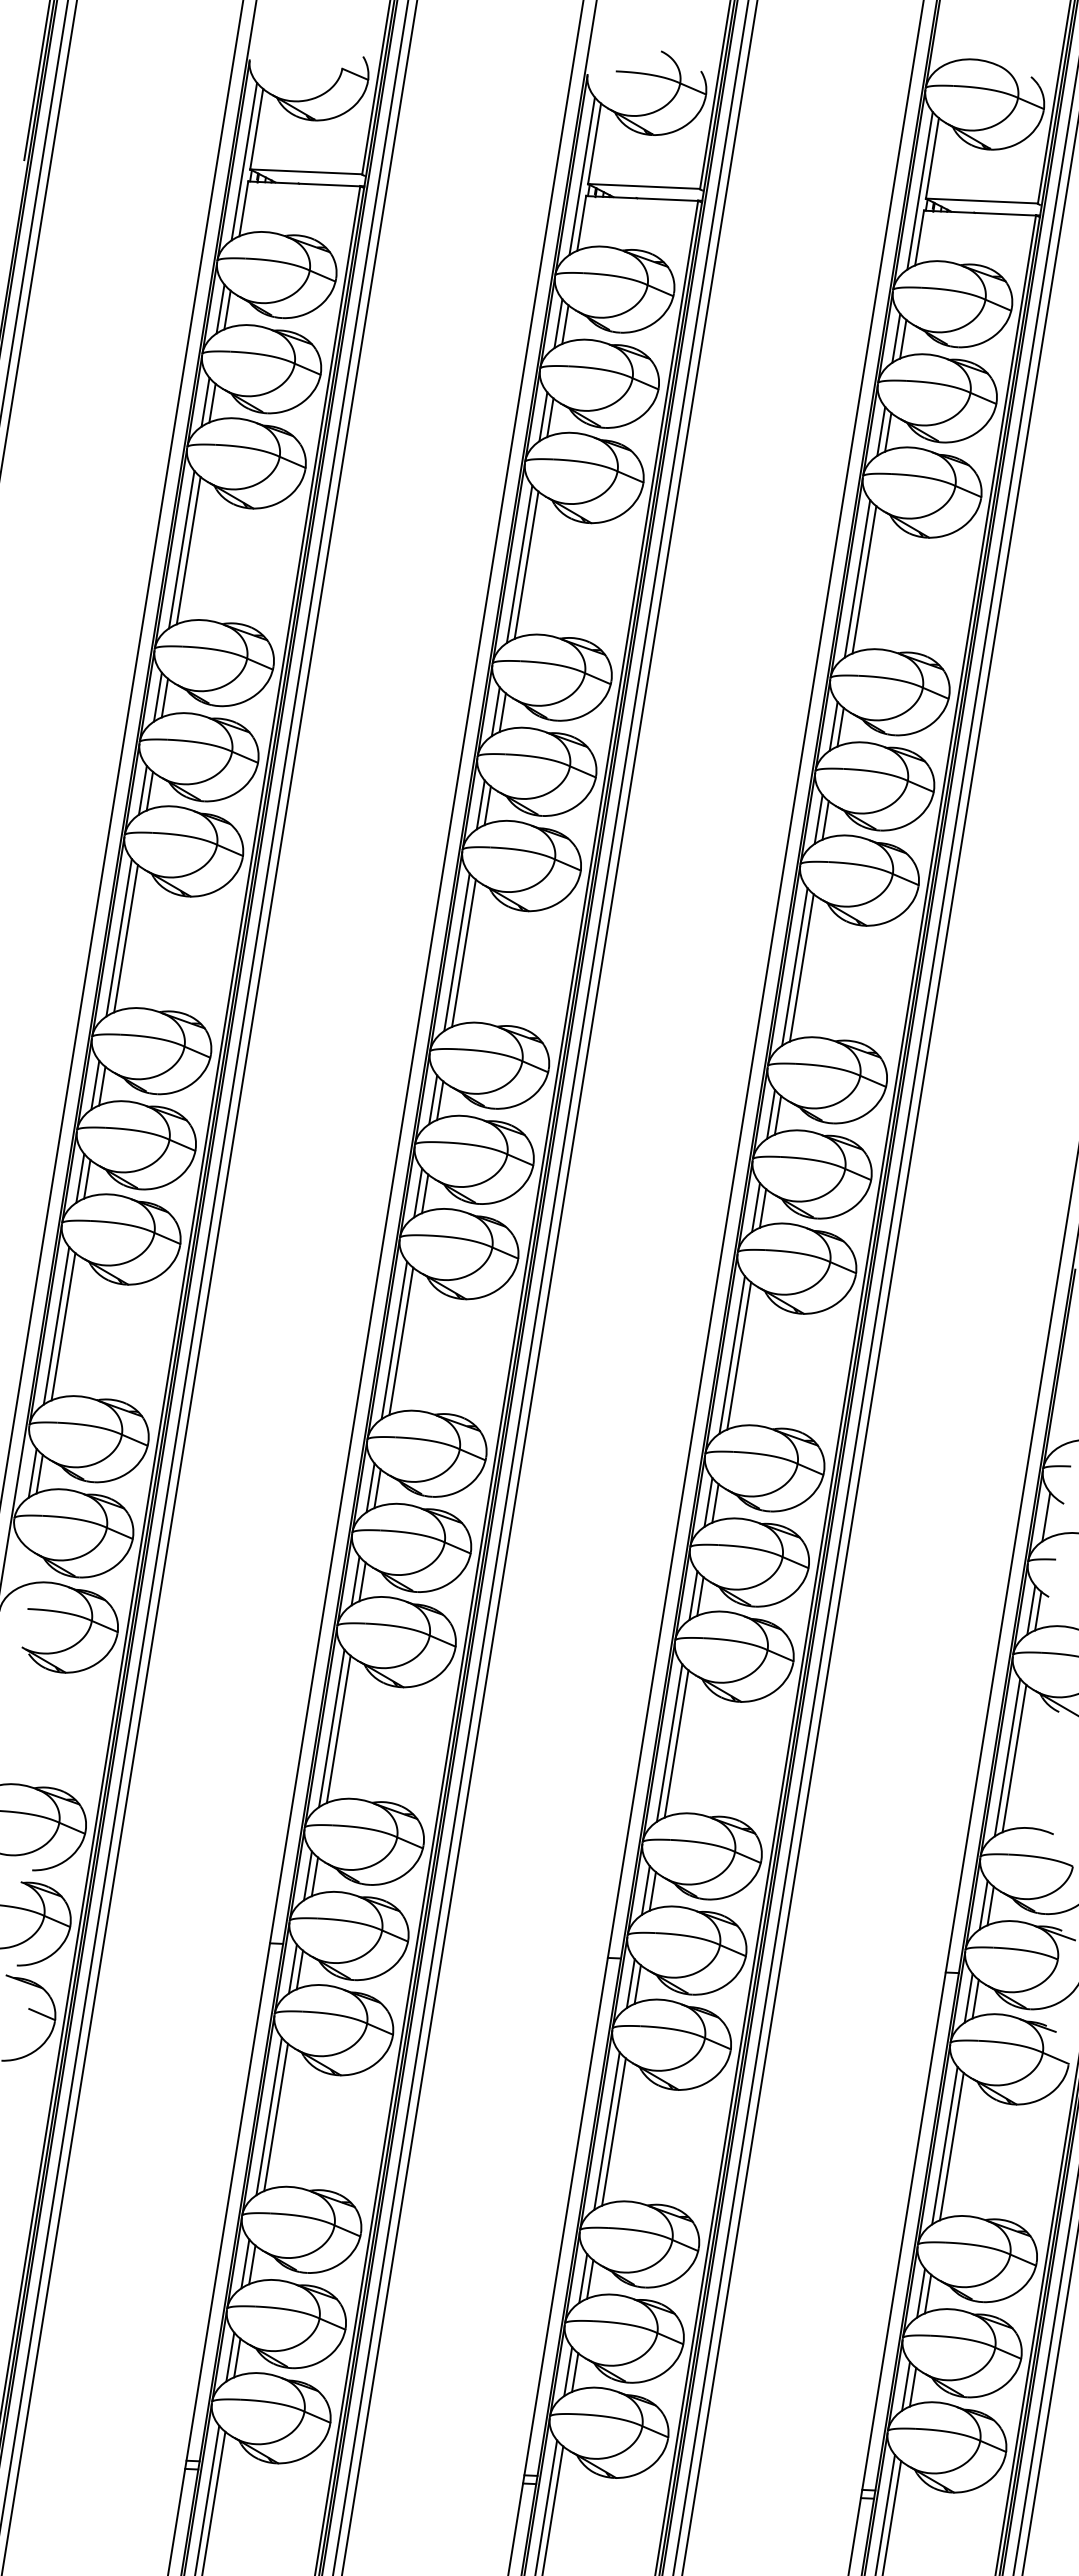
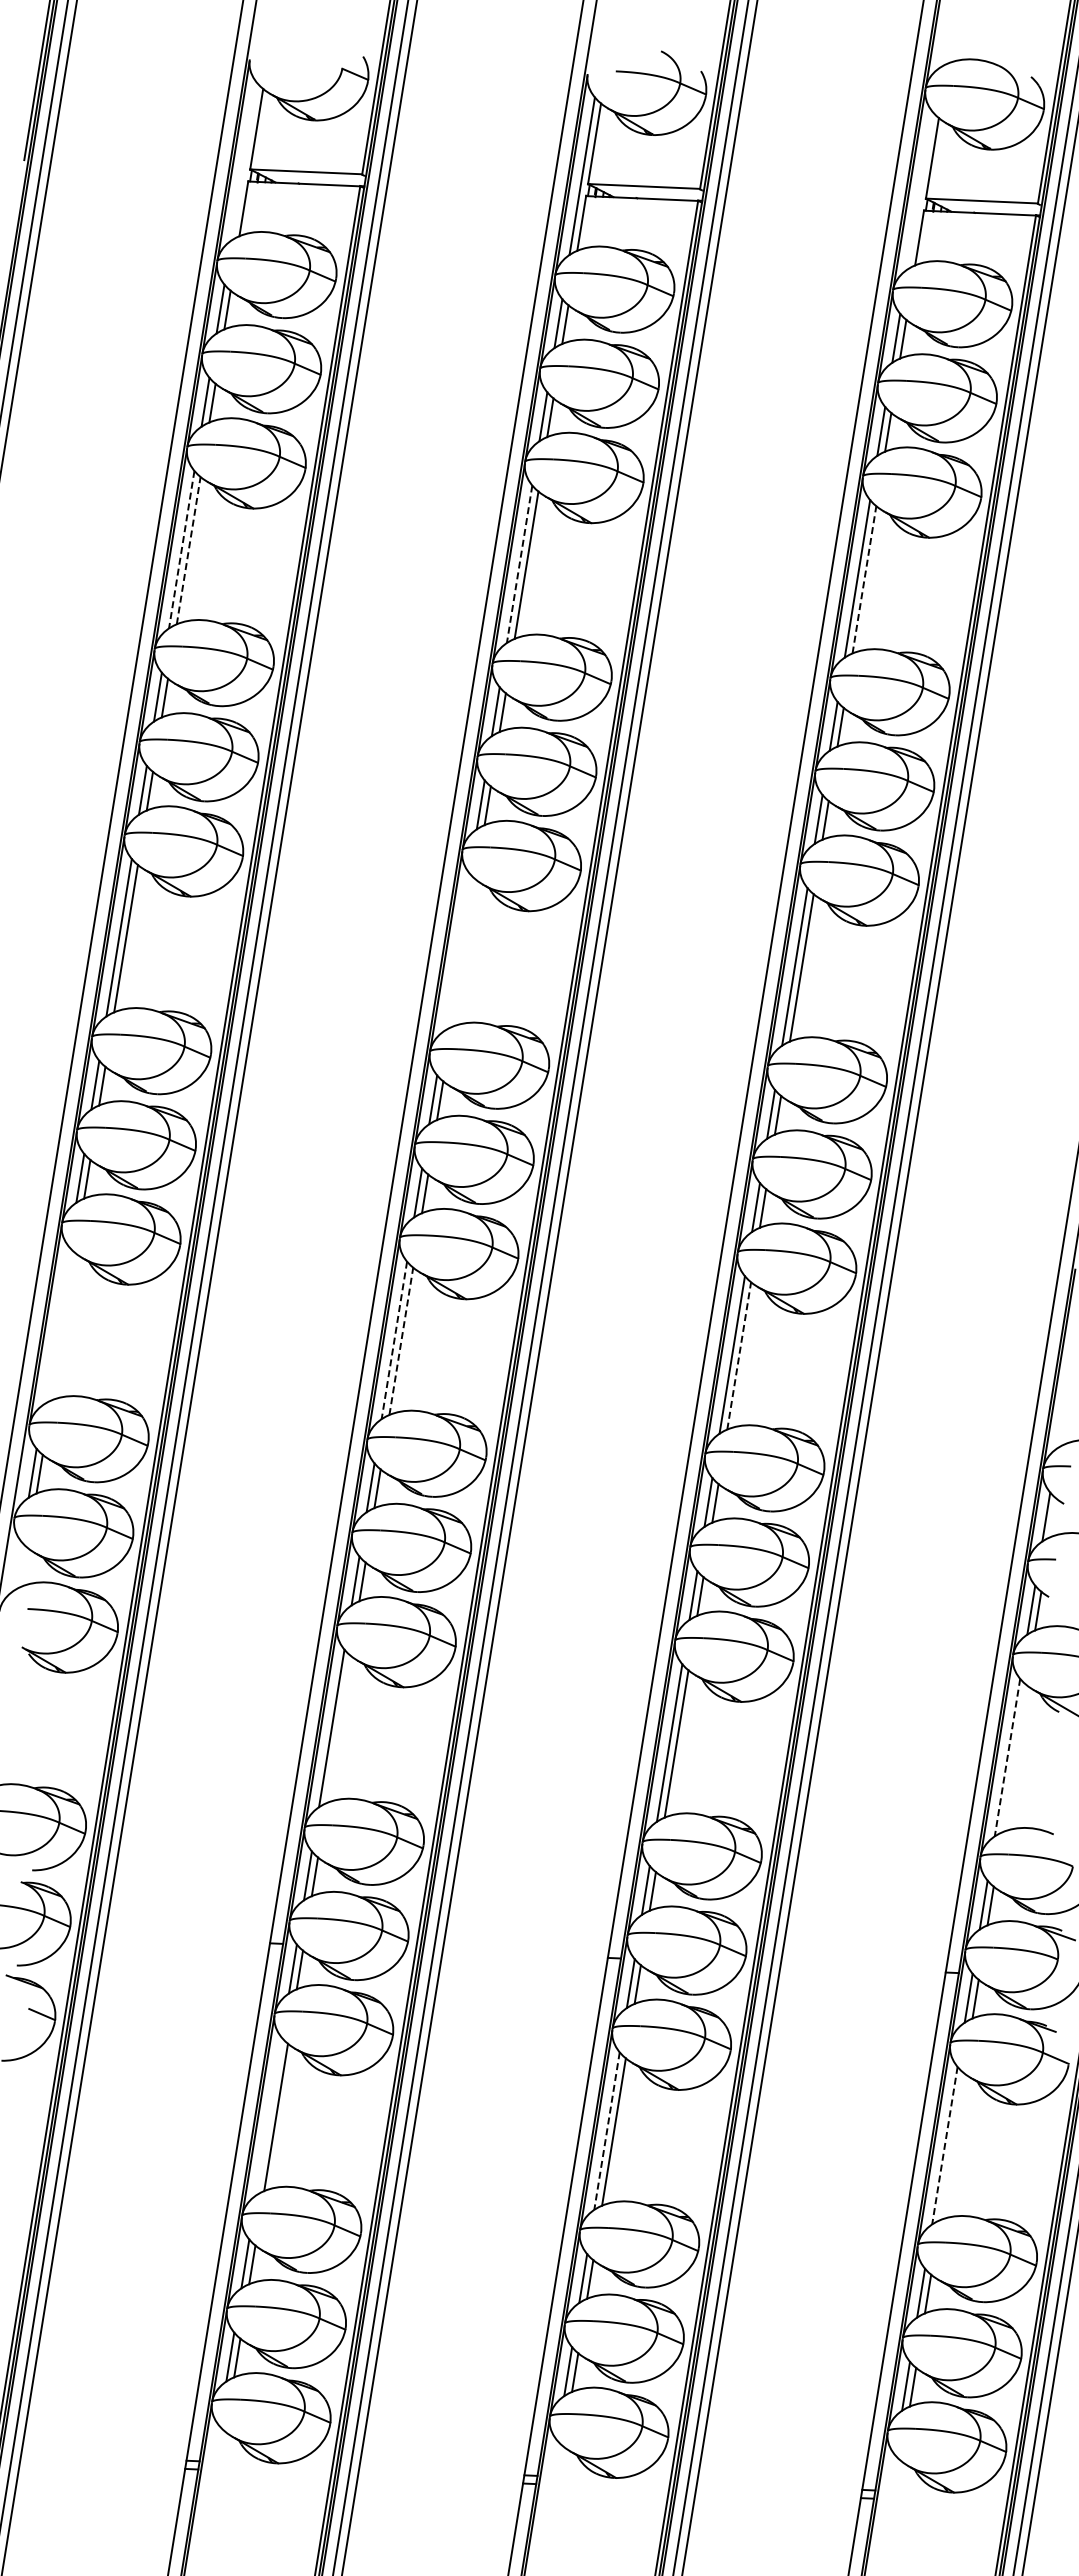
line at (244, 161): present -> none
line at (919, 190): present -> none
line at (181, 549): solid -> dashed
line at (188, 550): solid -> dashed
line at (519, 564): solid -> dashed
line at (864, 579): solid -> dashed
line at (456, 952): present -> none
line at (463, 952): present -> none
line at (56, 1325): present -> none
line at (63, 1326): present -> none
line at (394, 1340): solid -> dashed
line at (401, 1341): solid -> dashed
line at (739, 1355): solid -> dashed
line at (338, 1729): present -> none
line at (1007, 1757): solid -> dashed
line at (1014, 1758): present -> none
line at (268, 2116): present -> none
line at (607, 2131): solid -> dashed
line at (944, 2145): solid -> dashed
line at (951, 2146): present -> none
line at (207, 2498): present -> none
line at (213, 2501): present -> none
line at (546, 2506): present -> none
line at (552, 2509): present -> none
line at (884, 2513): present -> none
line at (892, 2516): present -> none
